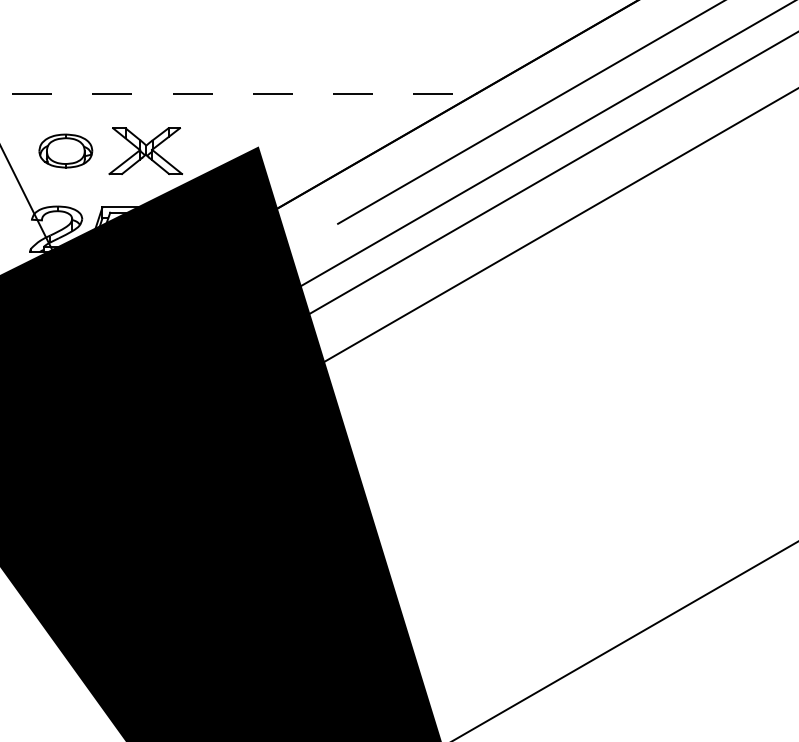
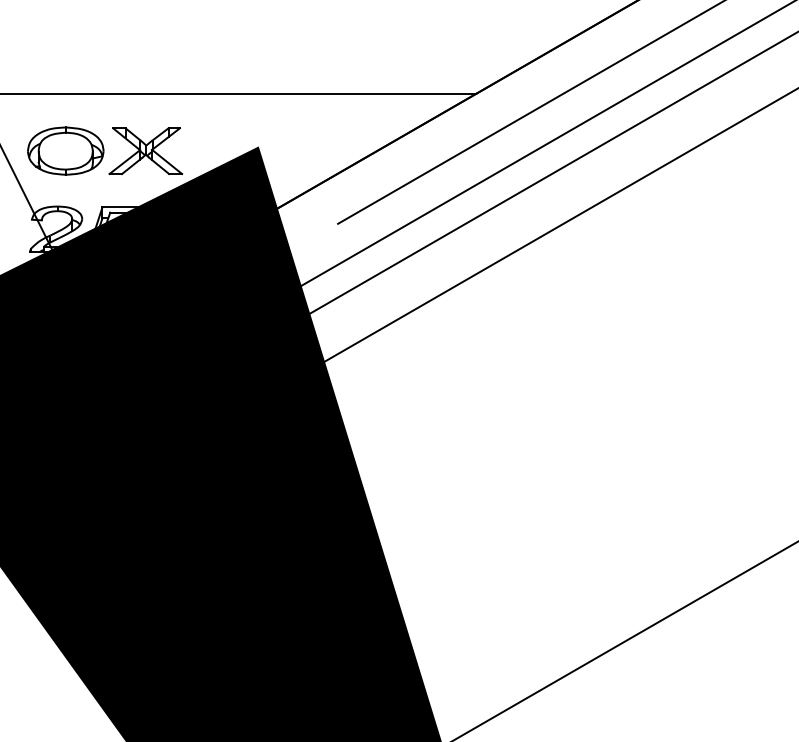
line at (238, 93): dashed -> solid
part at (65, 150) size: 56x36 px -> 78x50 px
